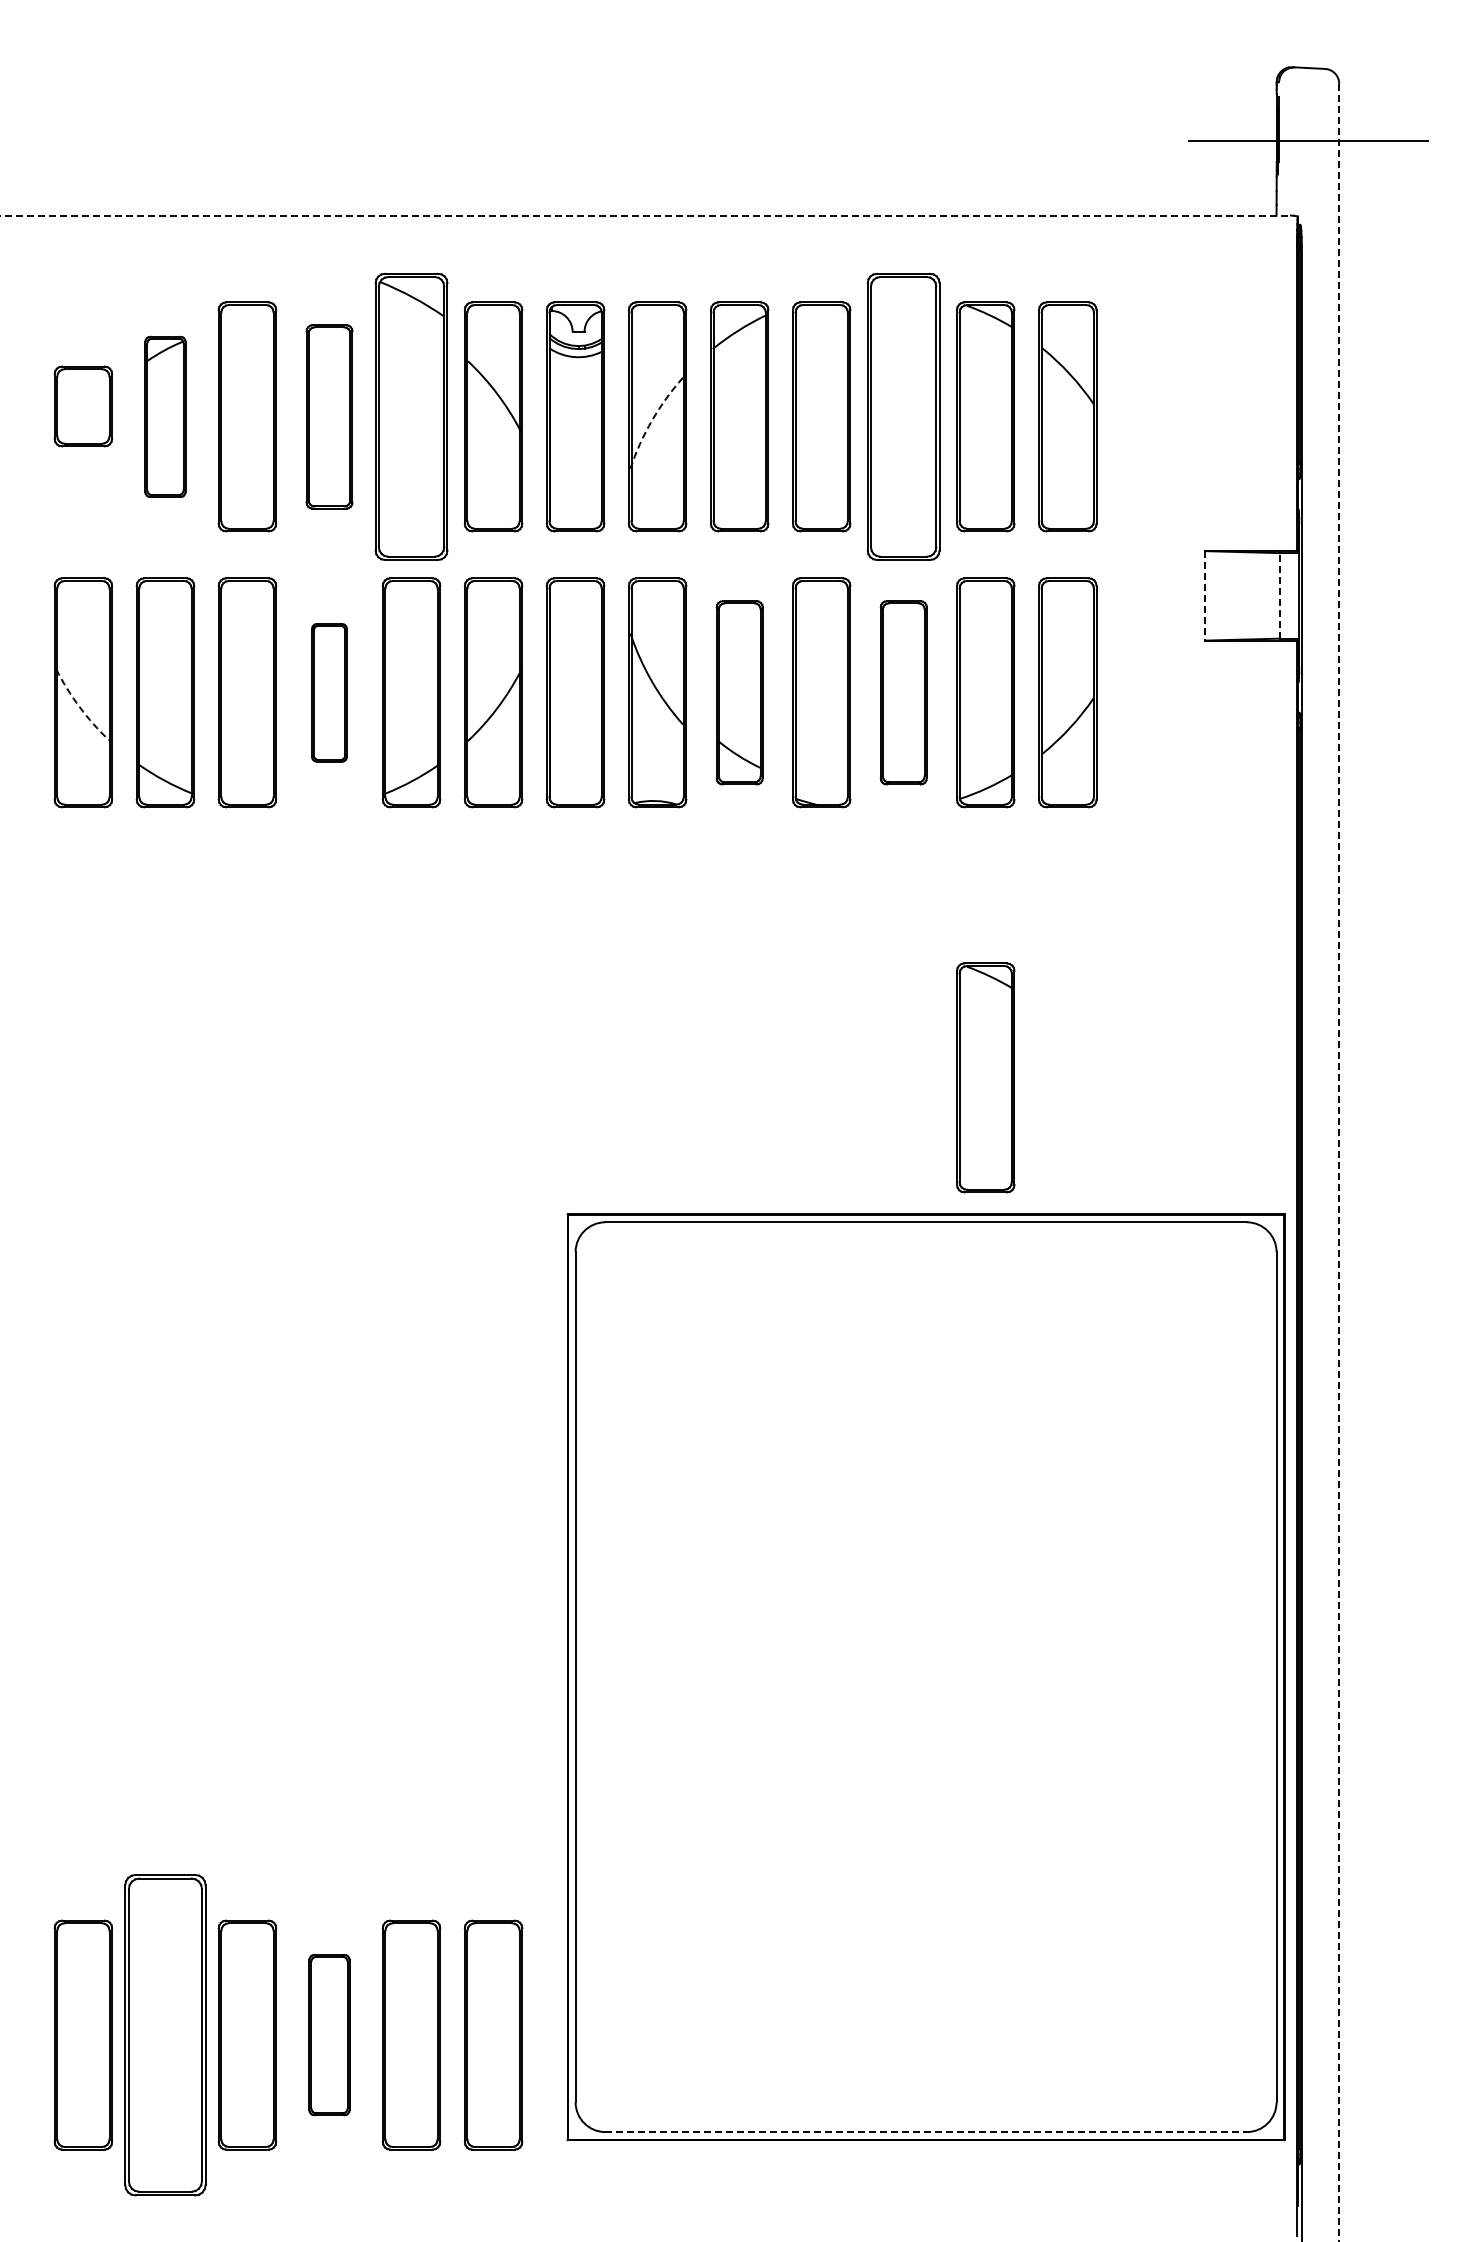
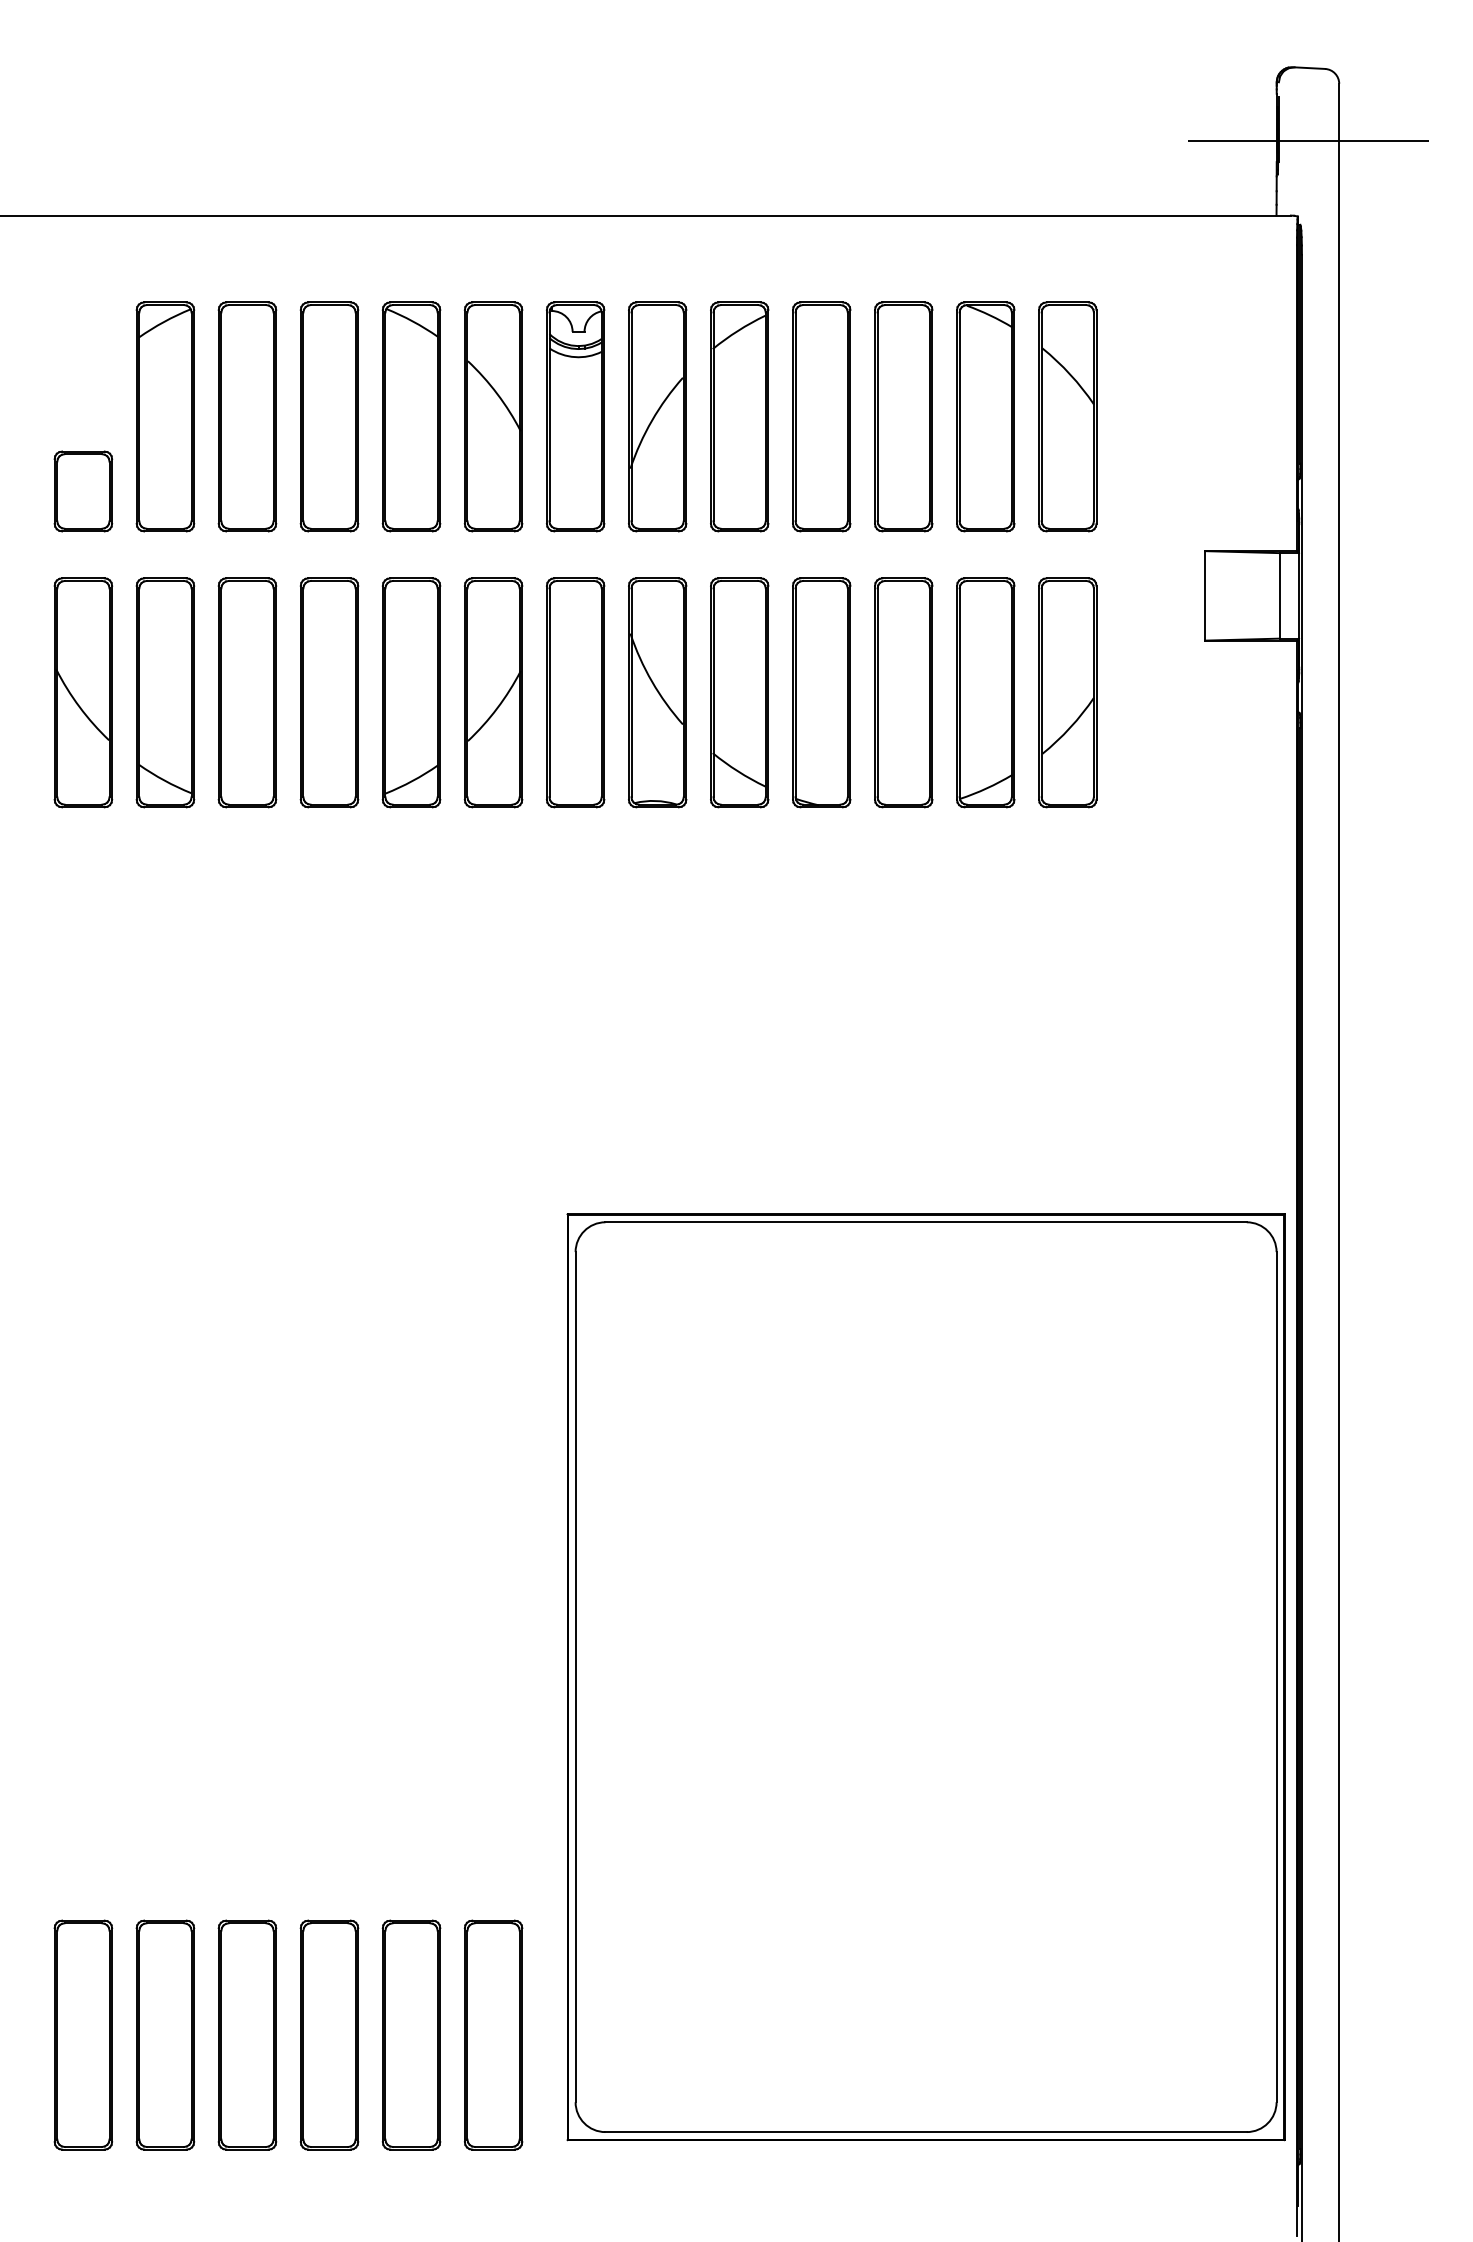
line at (646, 215): dashed -> solid
part at (83, 406) position: (83, 406) -> (83, 491)
part at (165, 416) size: 43x163 px -> 61x232 px
part at (329, 416) size: 49x186 px -> 61x232 px
part at (411, 416) size: 75x289 px -> 61x232 px
part at (903, 416) size: 75x289 px -> 60x232 px
arc at (652, 420): dashed -> solid
line at (1205, 595): dashed -> solid
line at (1279, 595): dashed -> solid
part at (329, 692) size: 37x140 px -> 61x232 px
part at (739, 692) size: 49x186 px -> 60x232 px
part at (903, 692) size: 49x186 px -> 60x232 px
arc at (79, 707): dashed -> solid
part at (985, 1077): present -> none
line at (1339, 1162): dashed -> solid
part at (165, 2035) size: 83x323 px -> 61x232 px
part at (329, 2035) size: 43x163 px -> 61x232 px
line at (926, 2132): dashed -> solid
